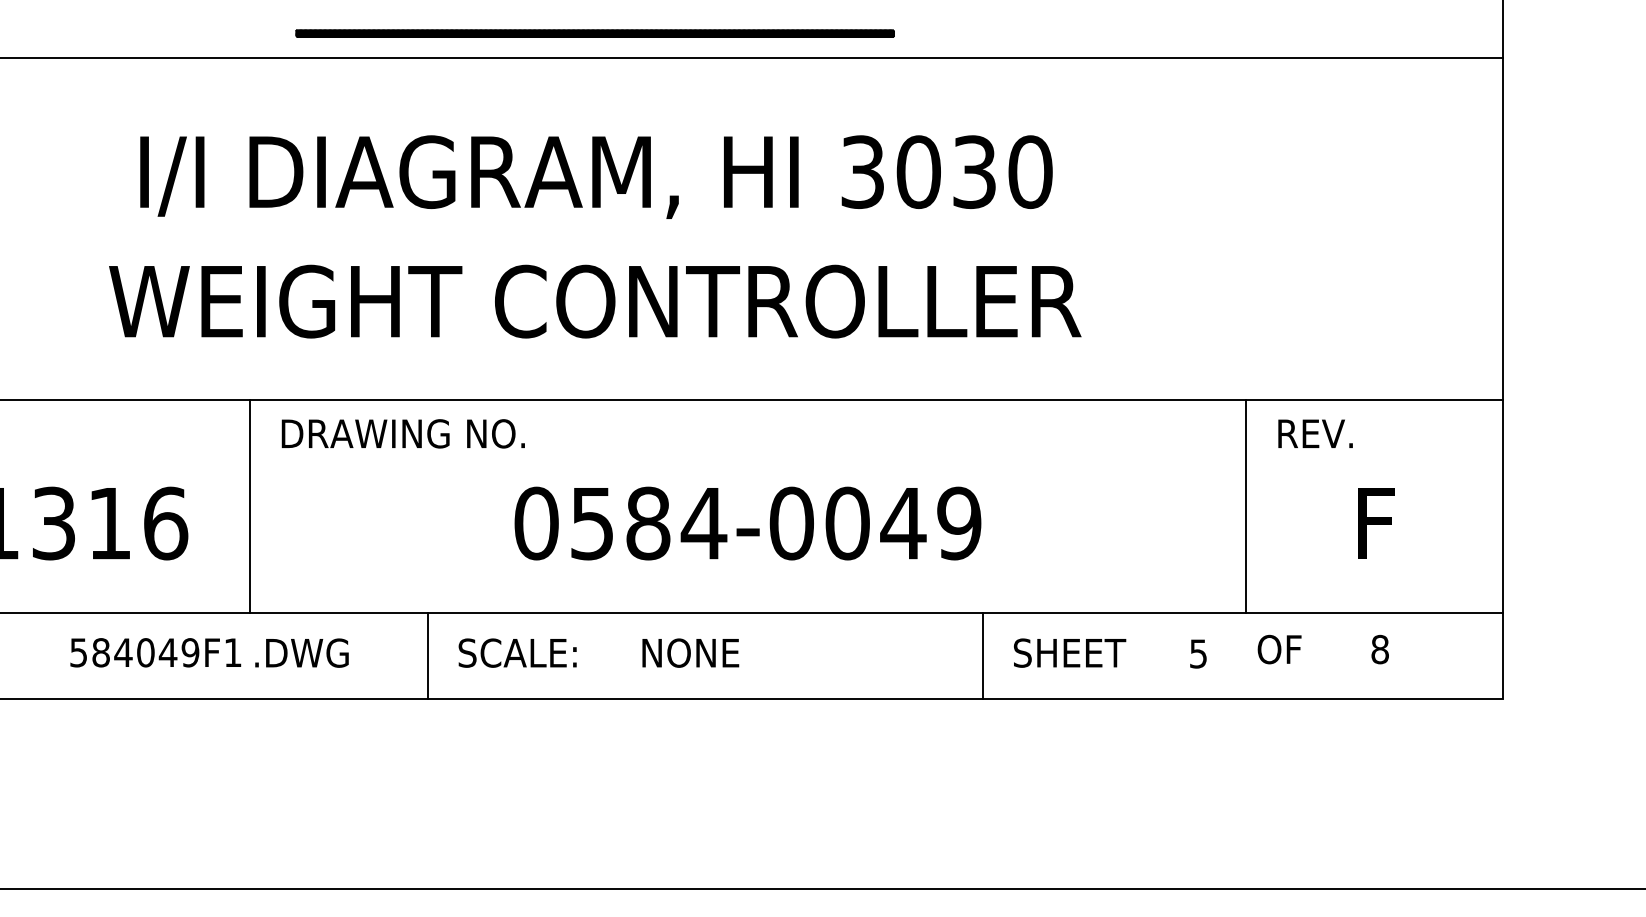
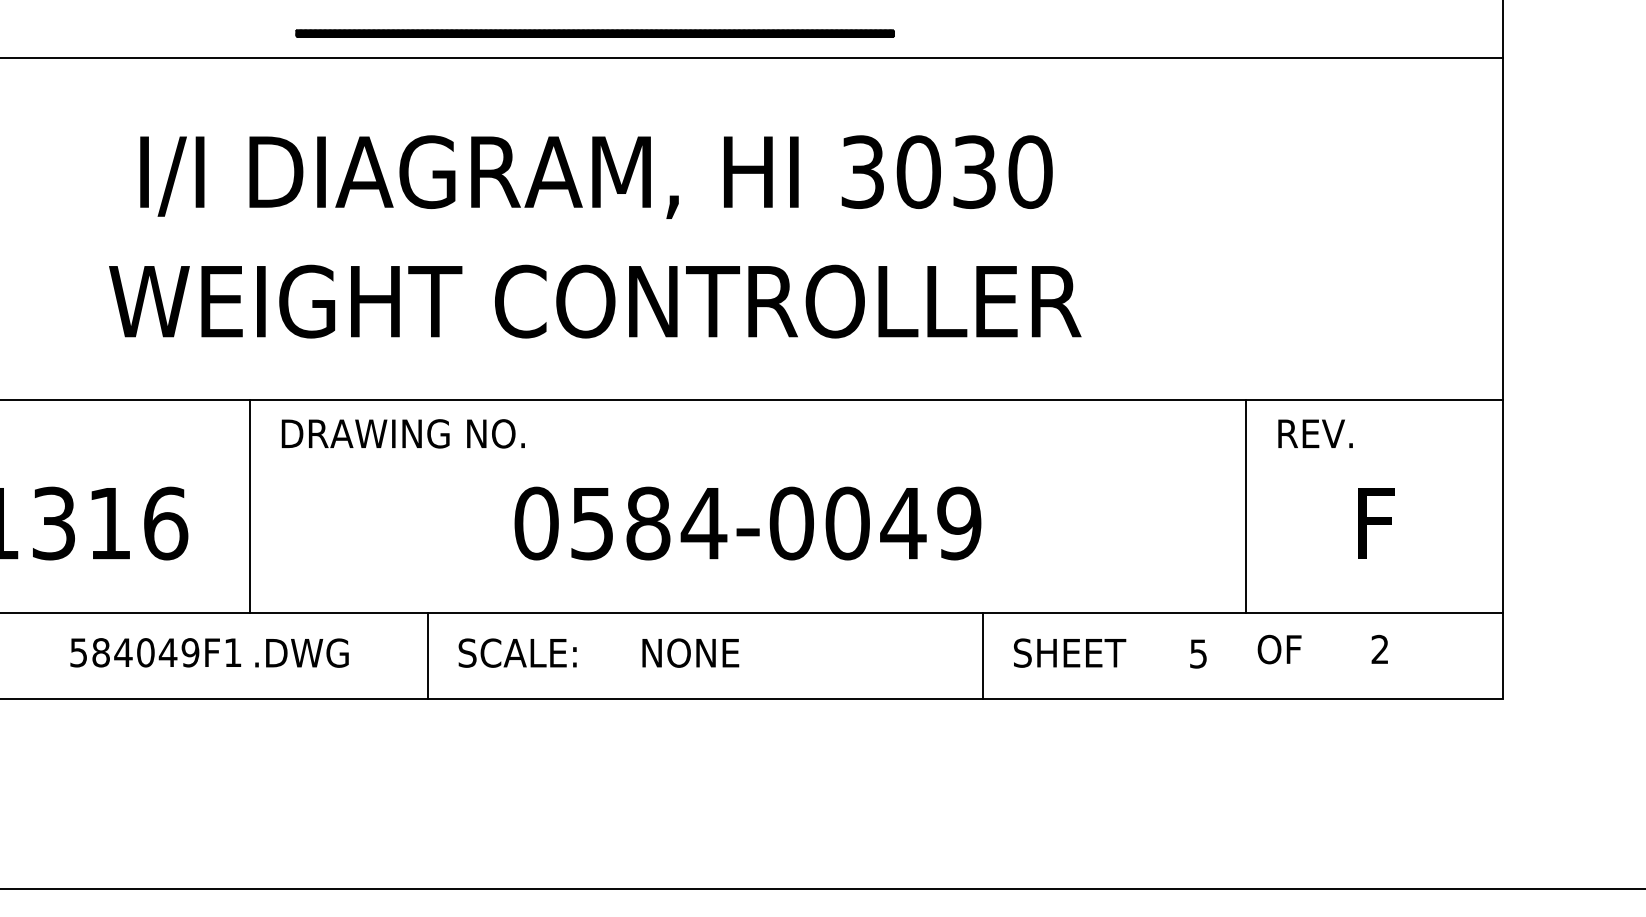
text at (1379, 649): 8 -> 2
